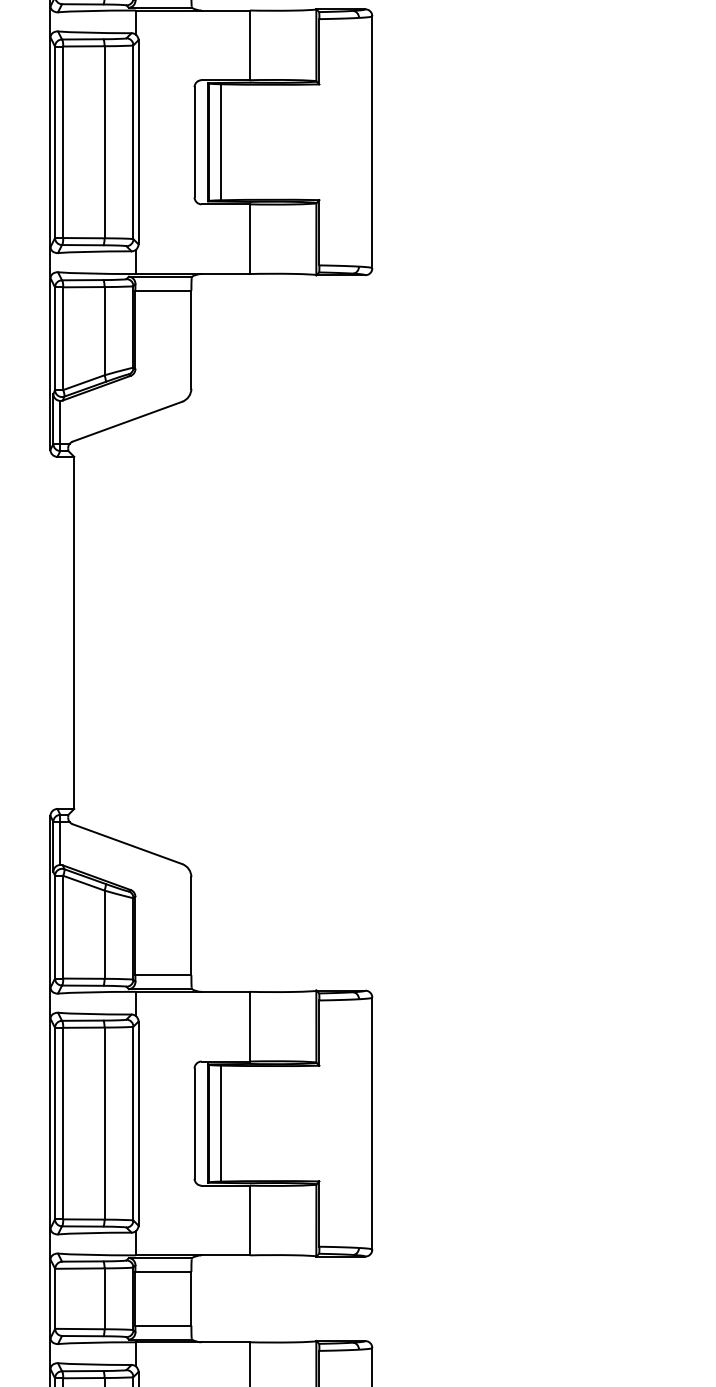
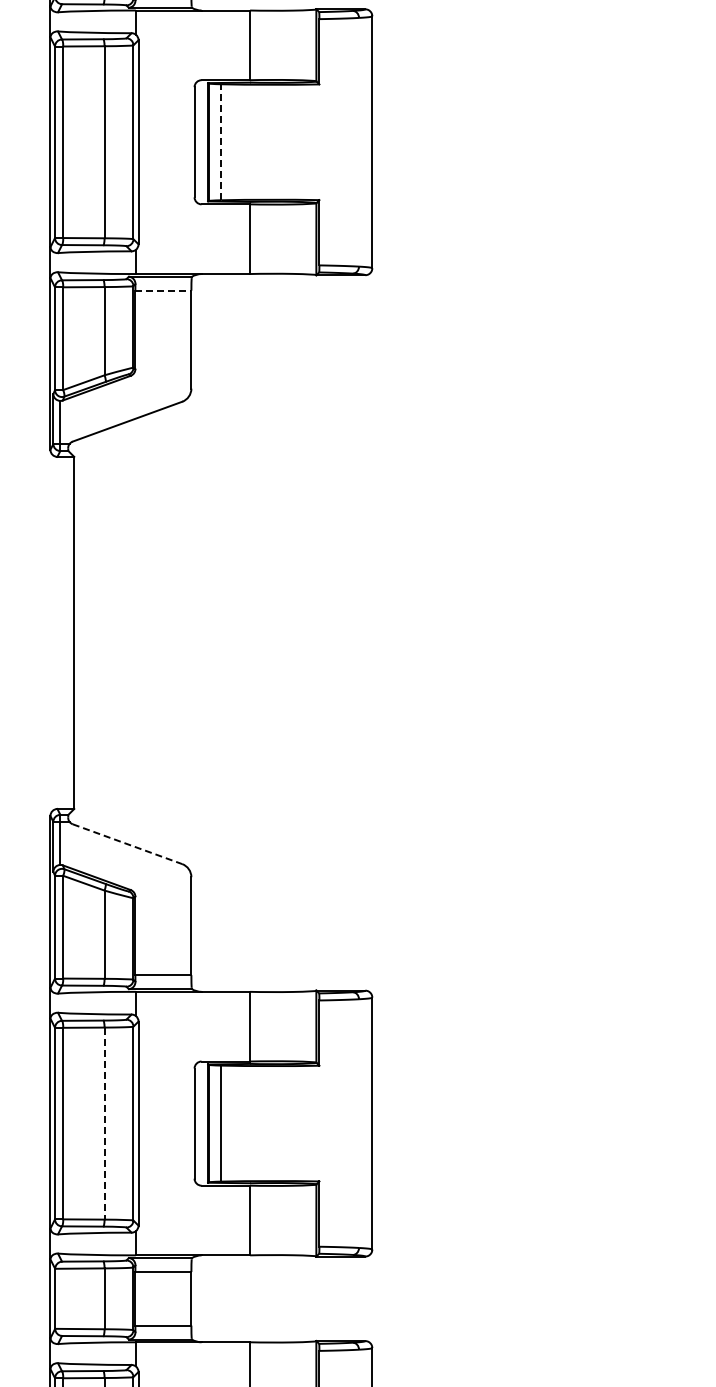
line at (221, 141): solid -> dashed
line at (163, 290): solid -> dashed
line at (127, 844): solid -> dashed
line at (104, 1124): solid -> dashed
